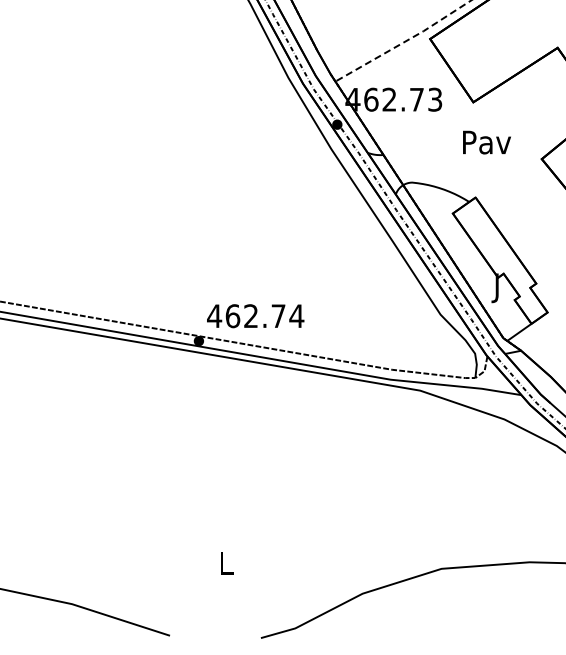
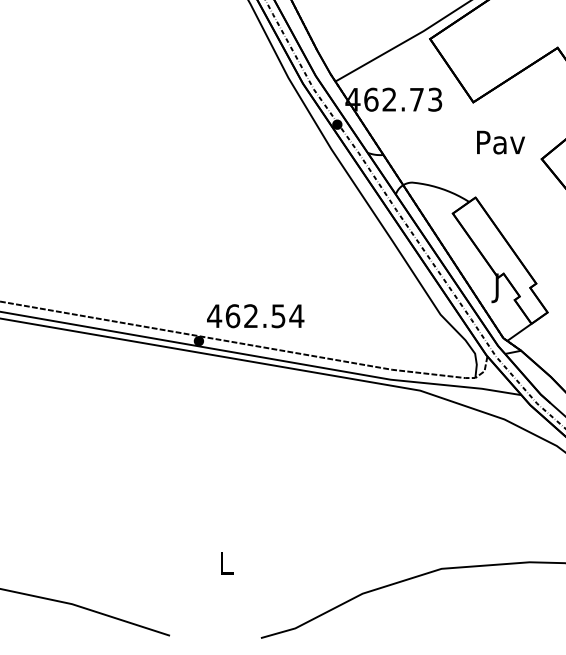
line at (404, 42): dashed -> solid
text at (486, 142) position: (486, 142) -> (500, 142)
text at (278, 316): 462.74 -> 462.54
